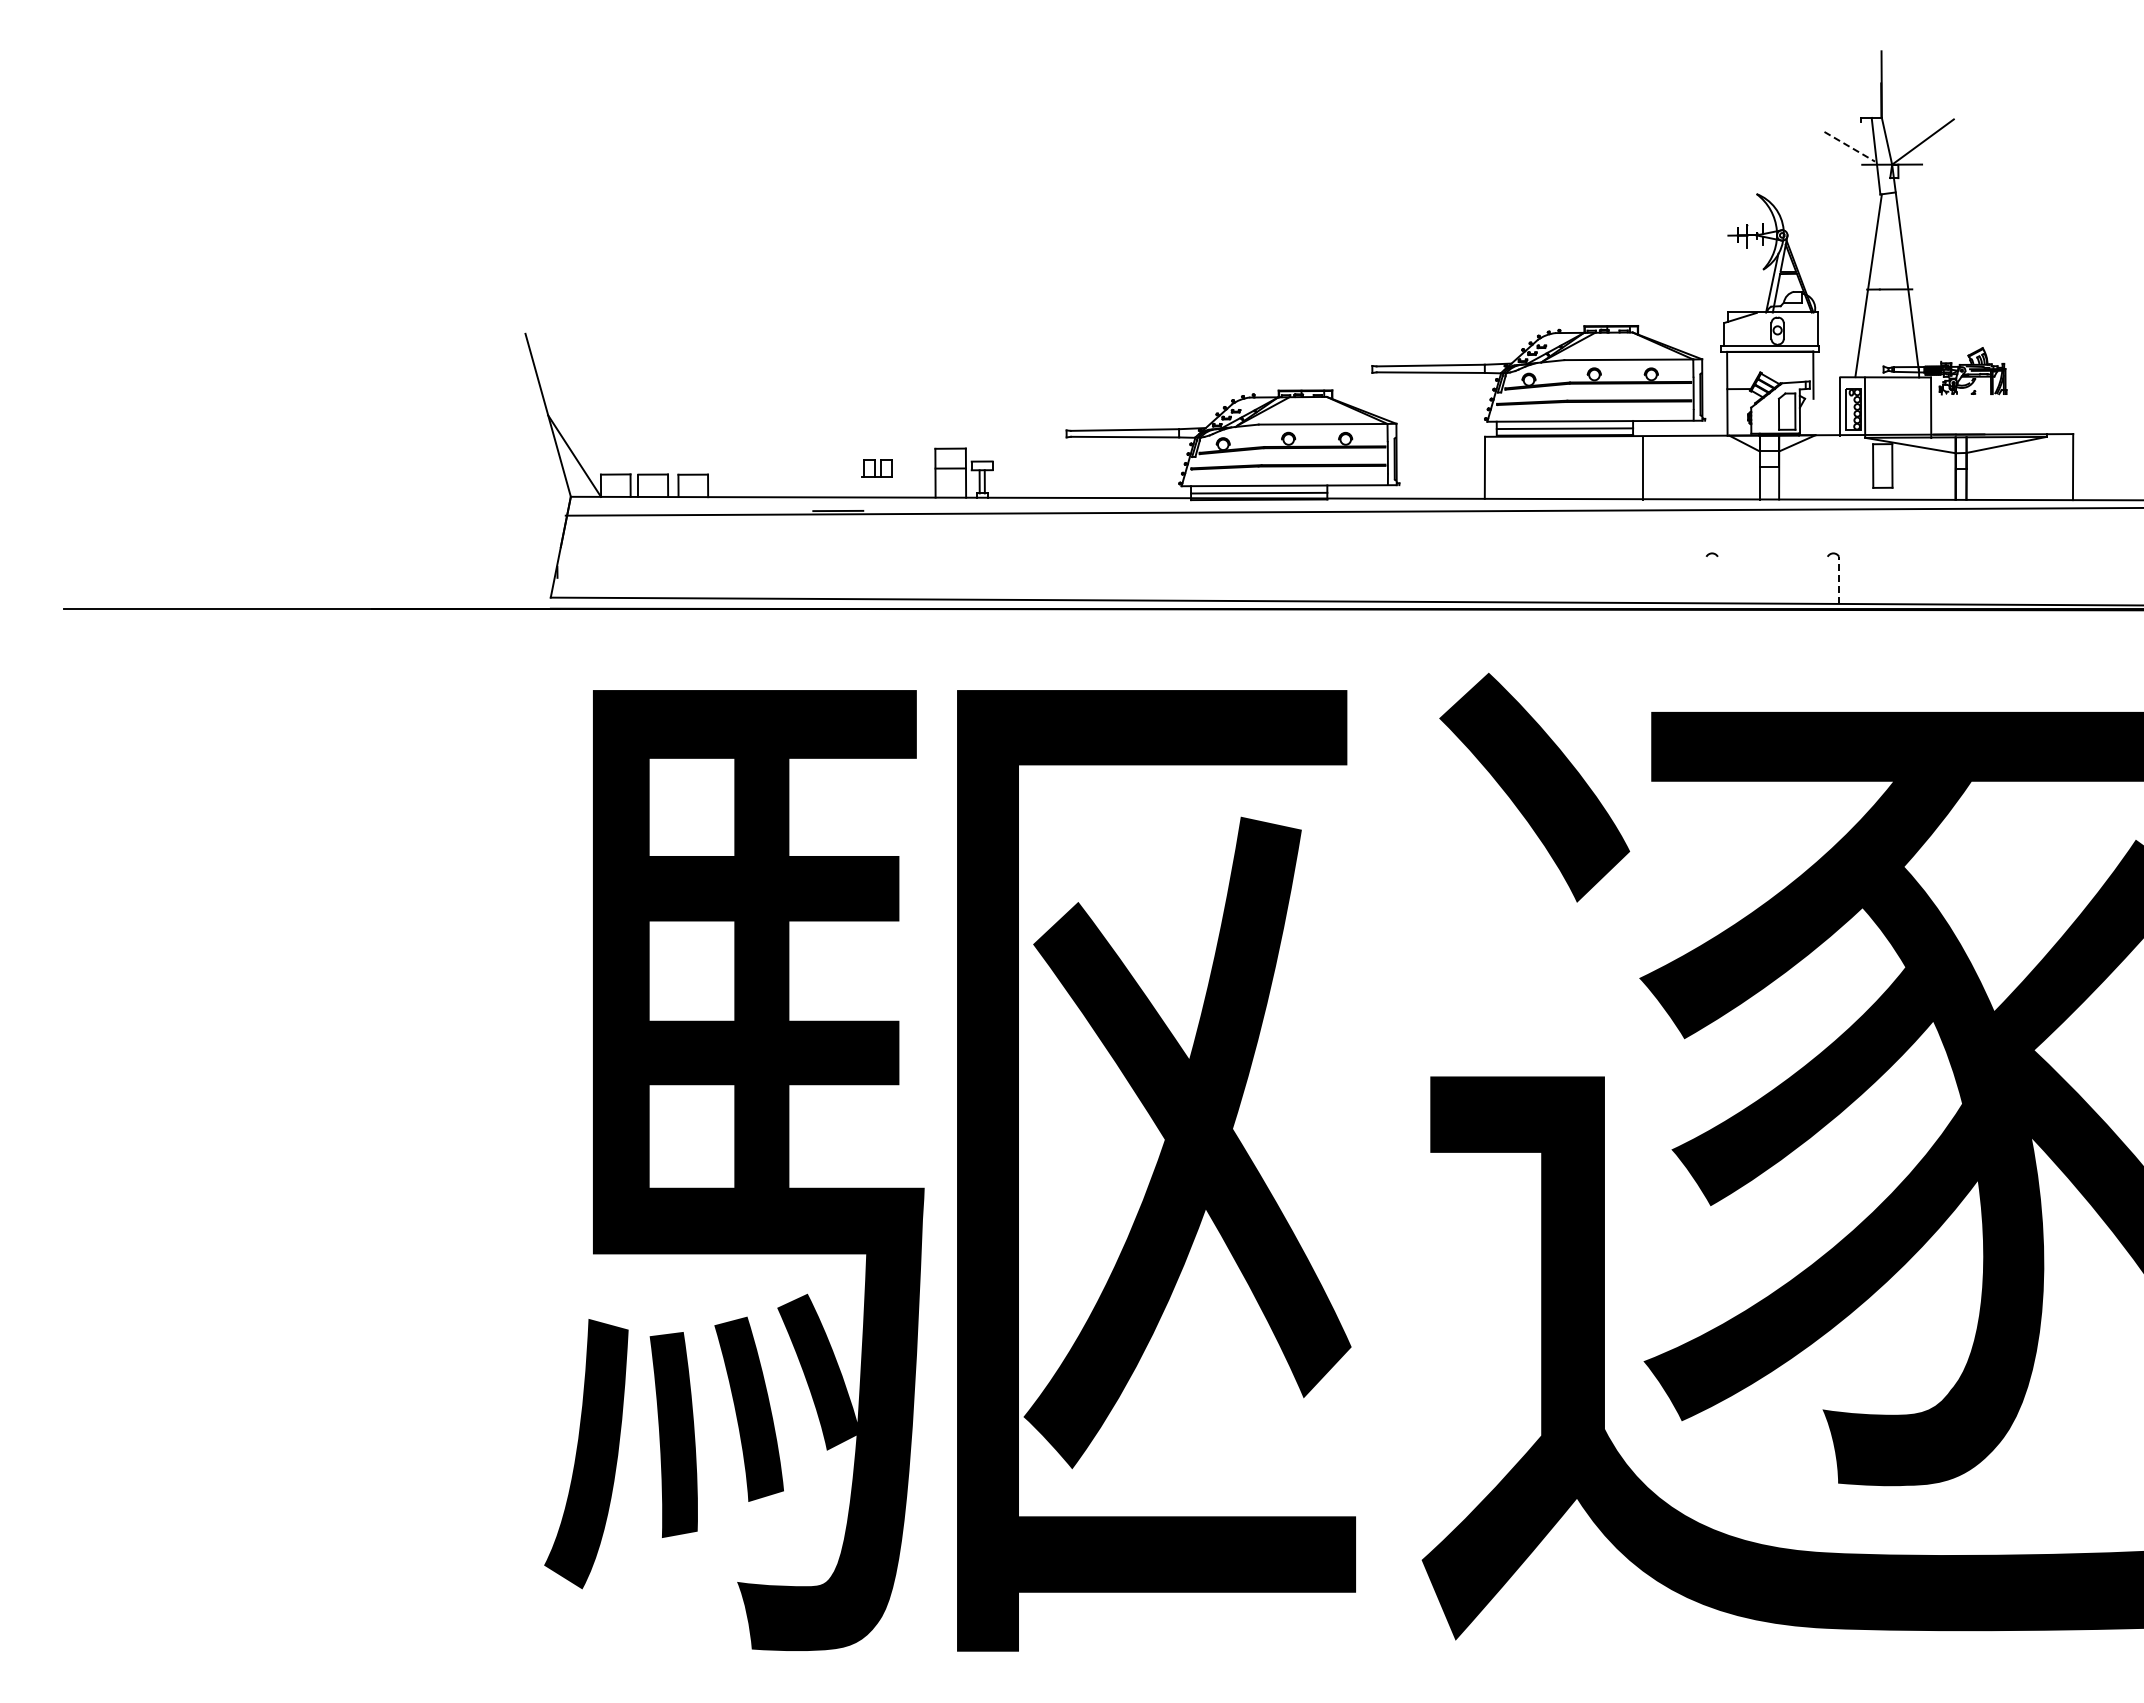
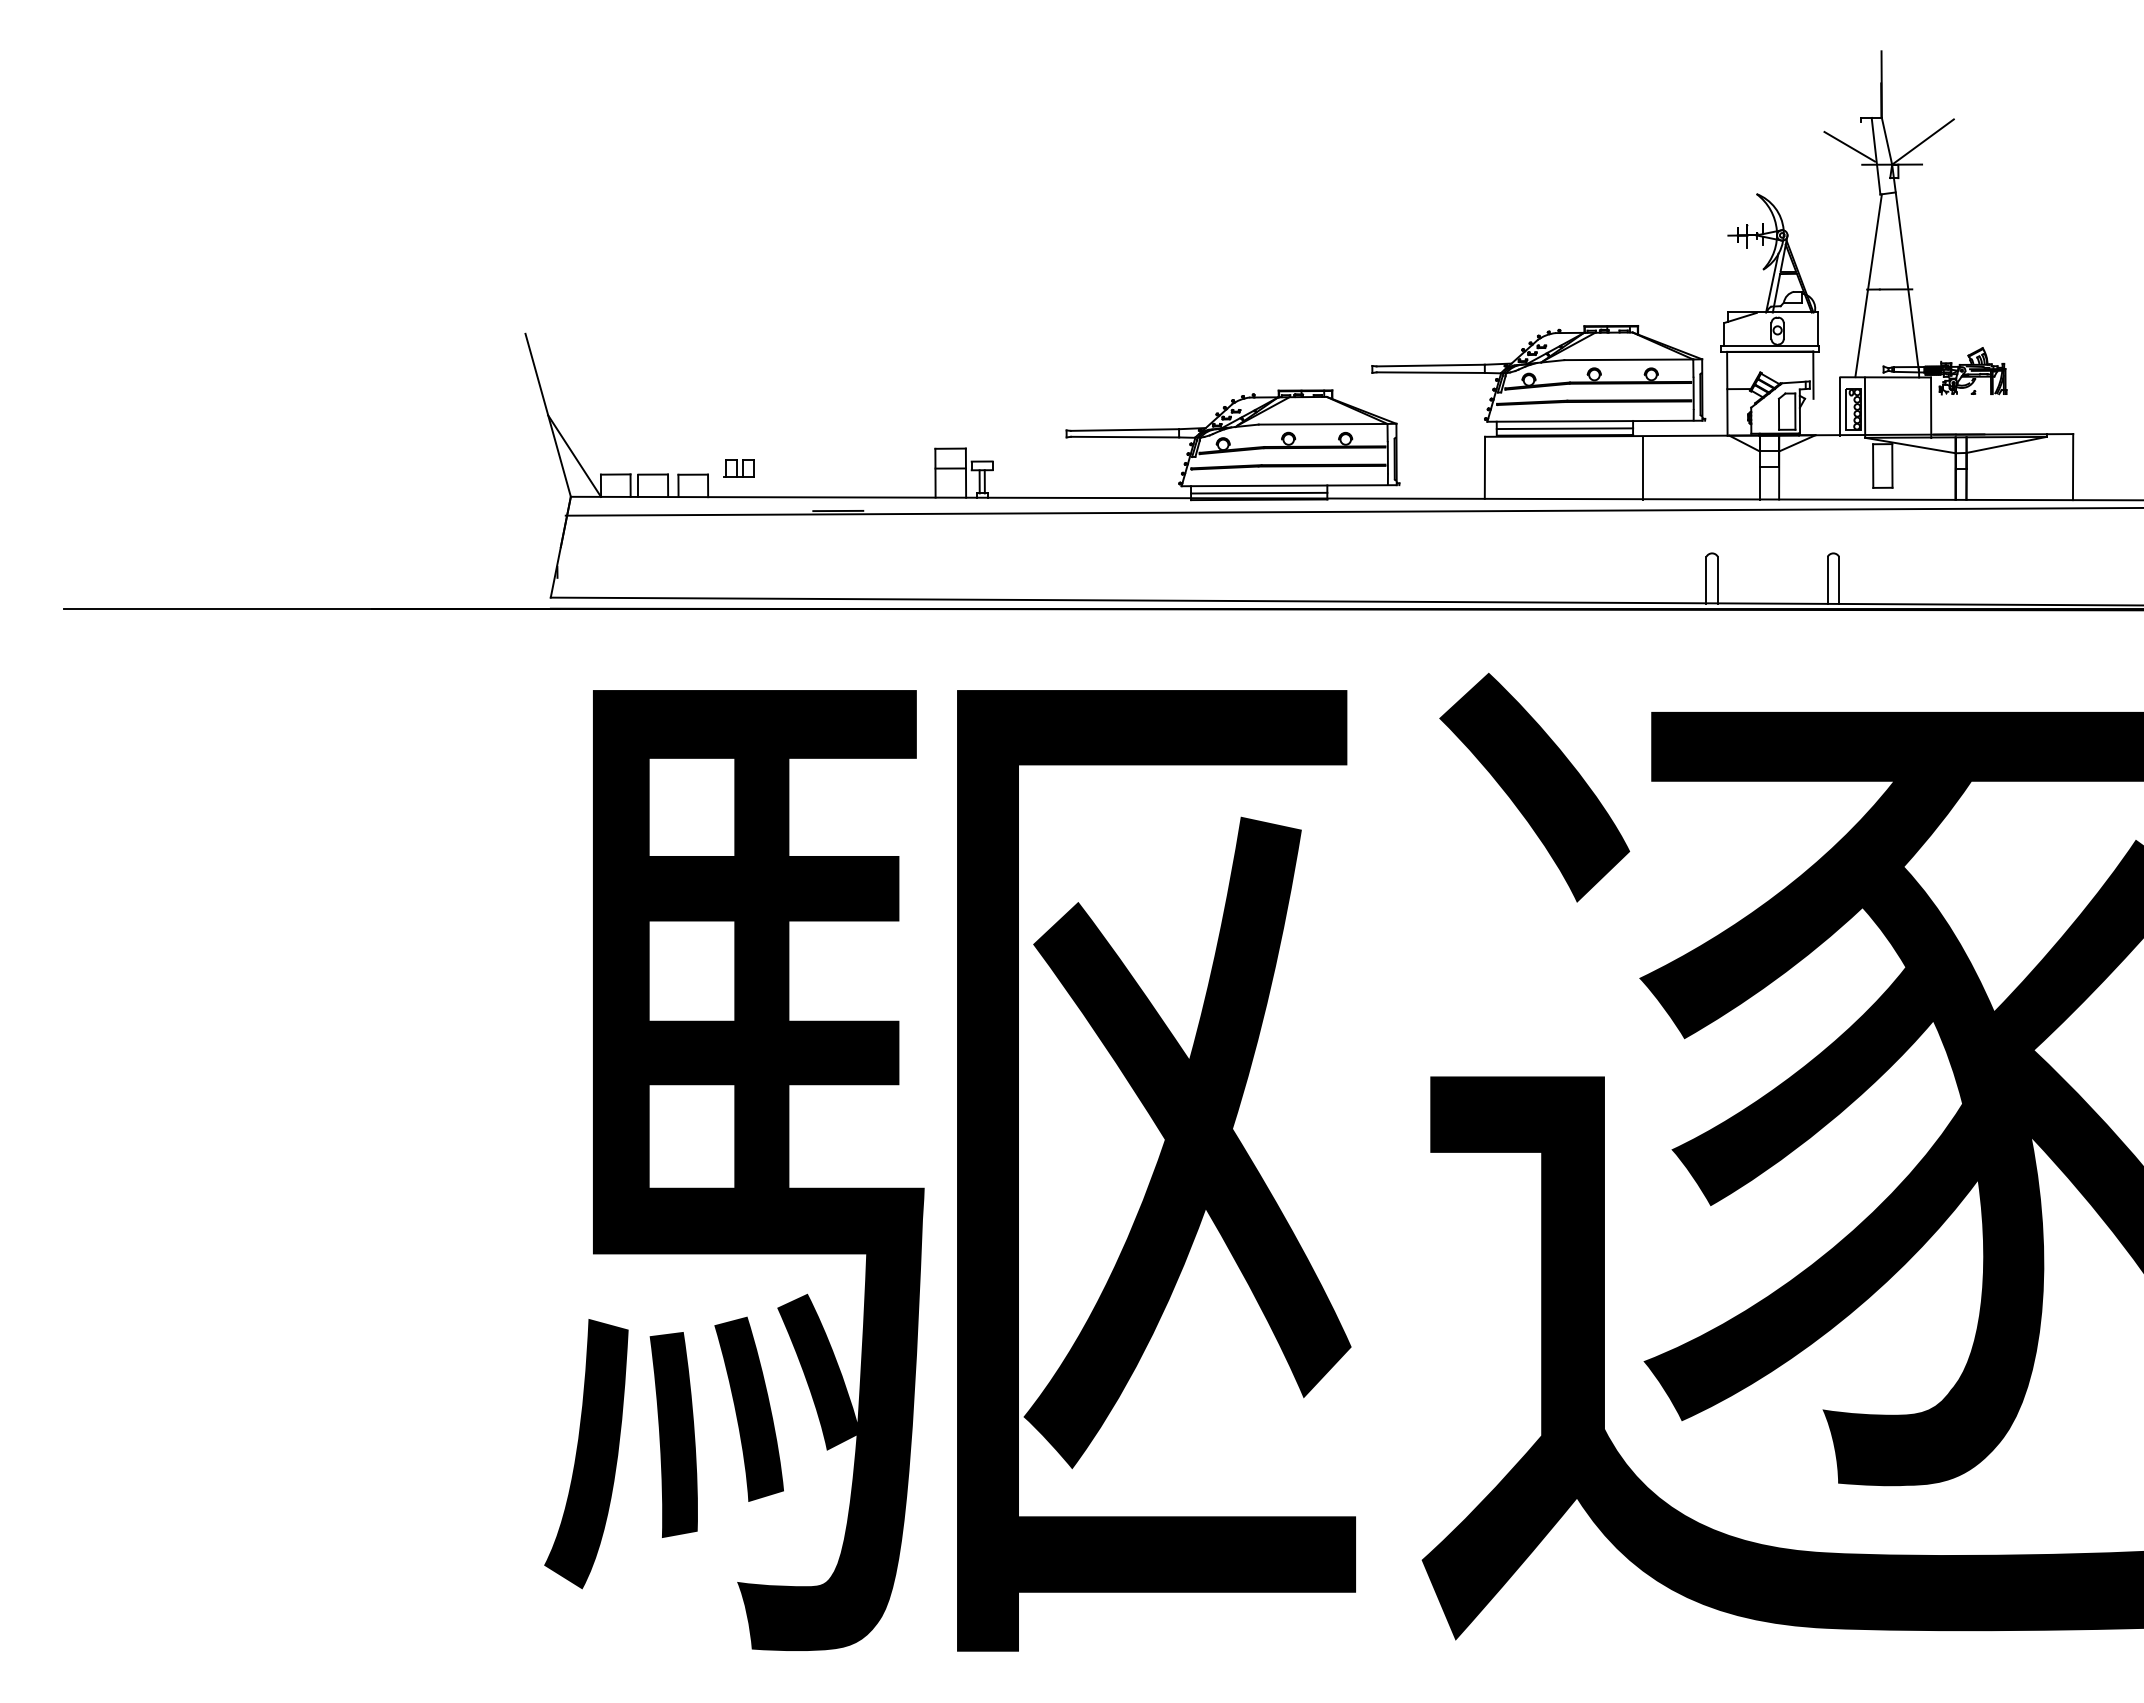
line at (1850, 147): dashed -> solid
part at (876, 468) position: (876, 468) -> (738, 468)
line at (1706, 580): none -> present
line at (1717, 580): none -> present
line at (1827, 580): none -> present
line at (1839, 580): dashed -> solid
